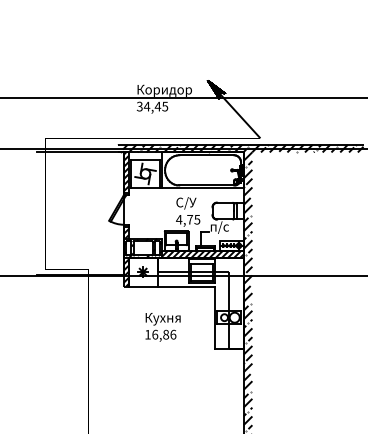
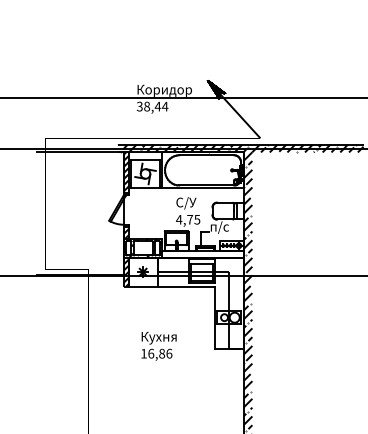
text at (155, 106): 34,45 -> 38,44
hatch at (202, 253): present -> none
text at (162, 327) position: (162, 327) -> (158, 346)
